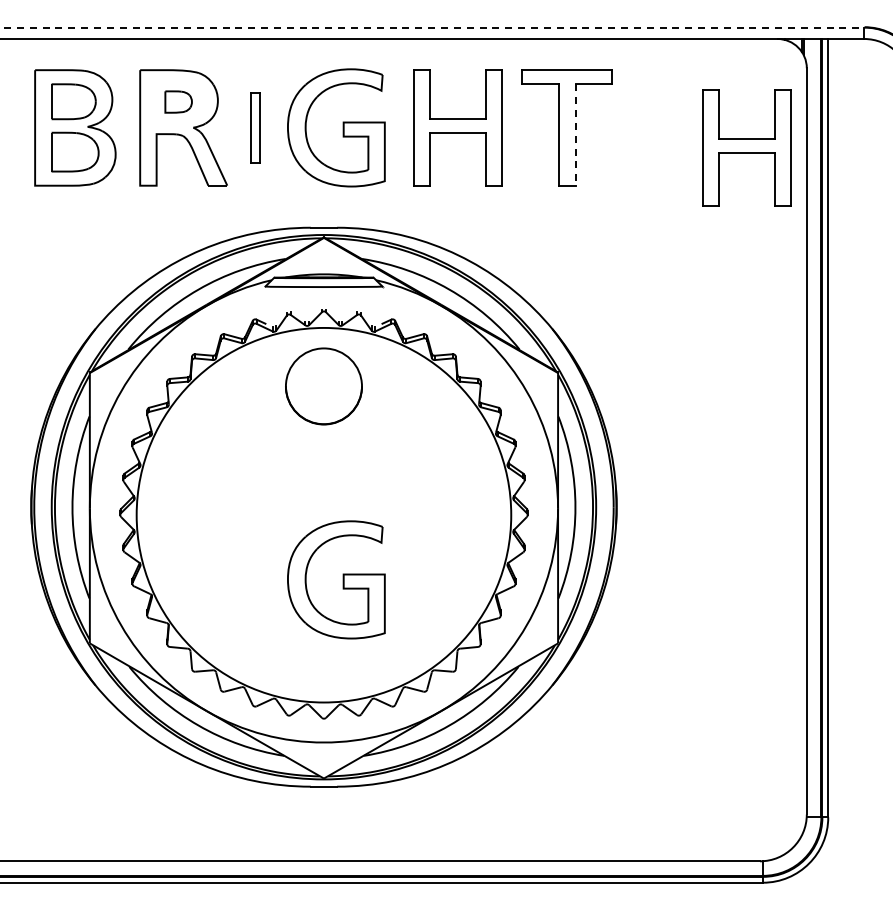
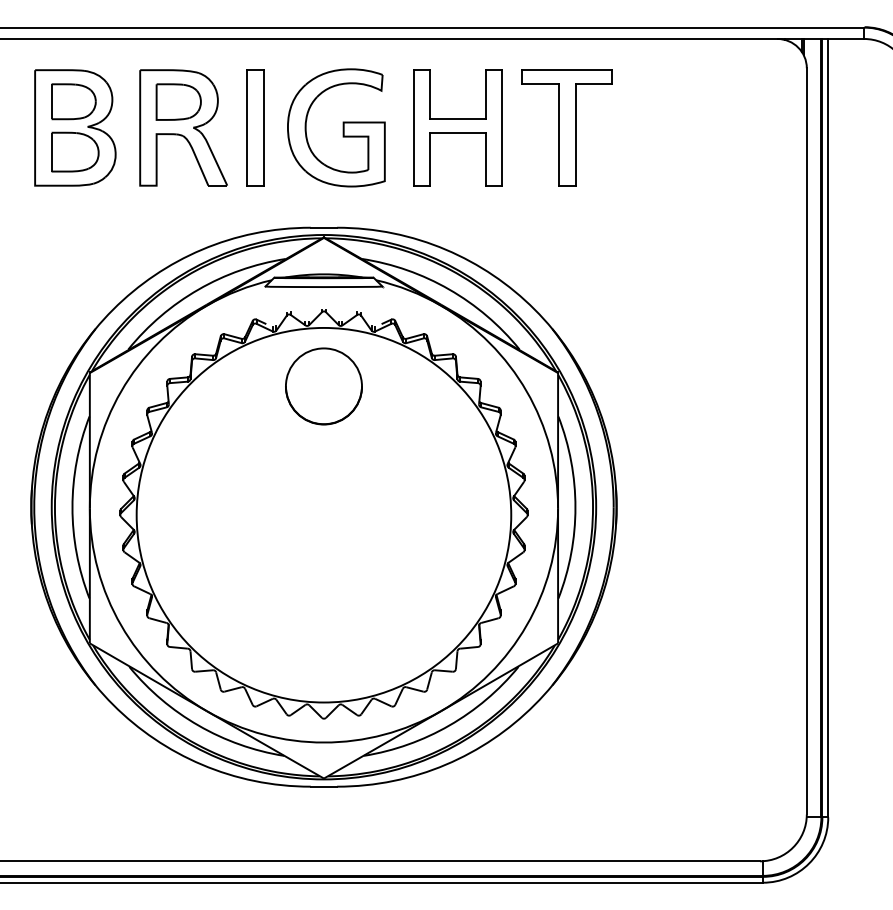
line at (432, 27): dashed -> solid
part at (178, 101) size: 29x24 px -> 47x38 px
part at (255, 127) size: 11x72 px -> 19x118 px
line at (575, 135): dashed -> solid
part at (746, 147): present -> none
part at (336, 579): present -> none
